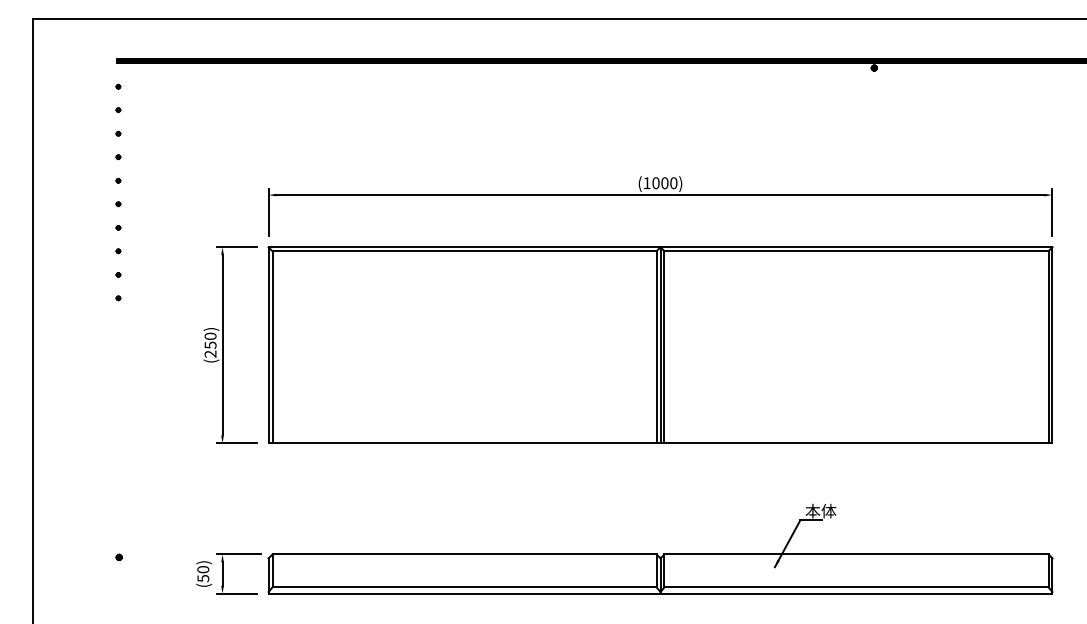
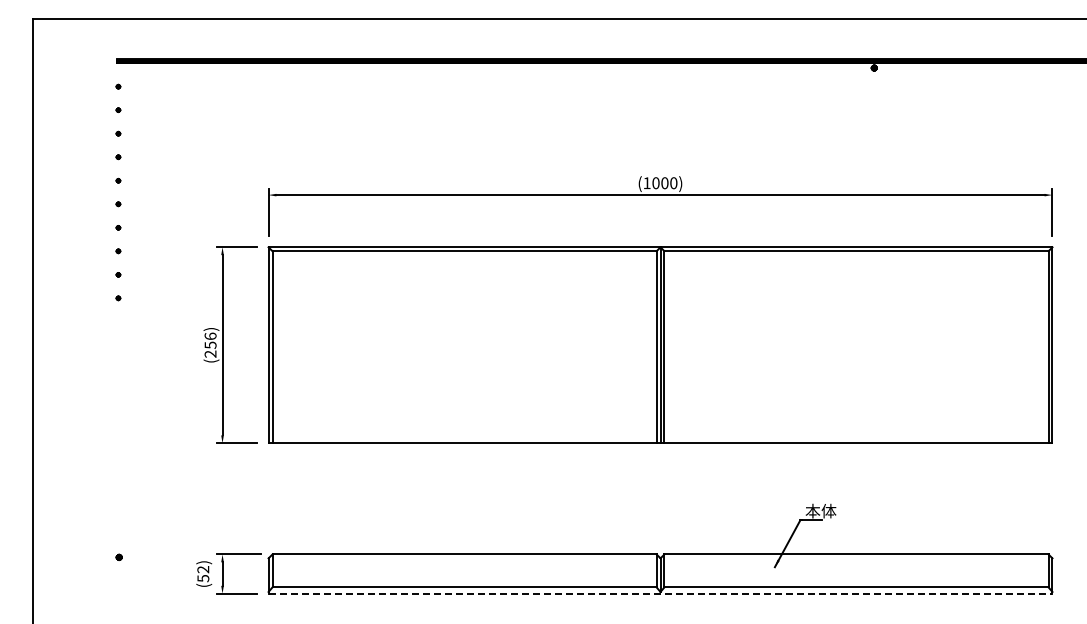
text at (210, 335): (250) -> (256)
text at (203, 569): (50) -> (52)
line at (660, 593): solid -> dashed
